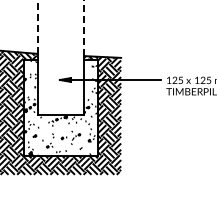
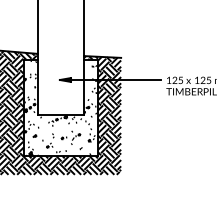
line at (37, 26): dashed -> solid
line at (83, 28): dashed -> solid
